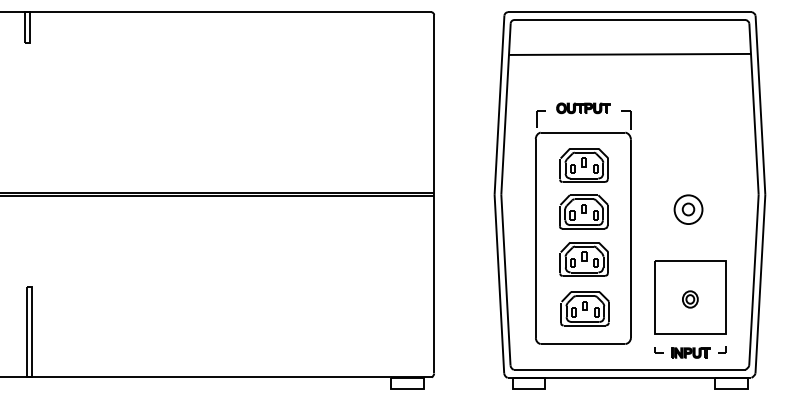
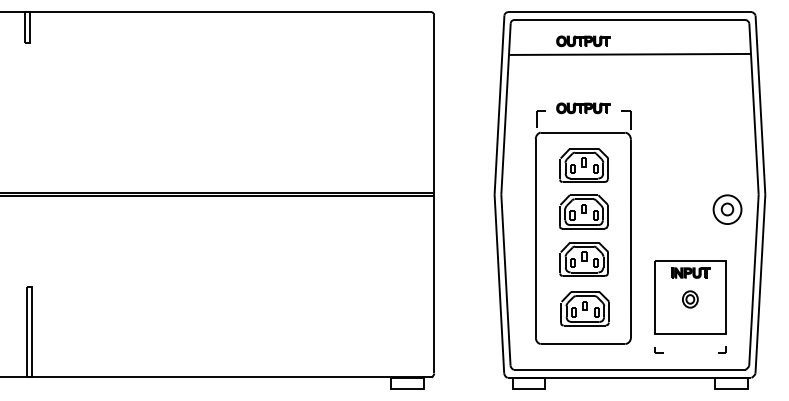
part at (583, 41): none -> present
part at (688, 209) position: (688, 209) -> (727, 209)
part at (690, 352) position: (690, 352) -> (690, 272)
